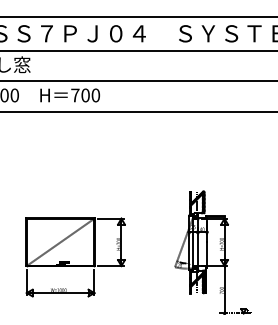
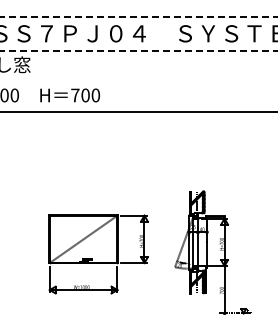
line at (139, 16): solid -> dashed
line at (139, 50): solid -> dashed
line at (138, 81): present -> none
part at (75, 257) position: (75, 257) -> (98, 254)
